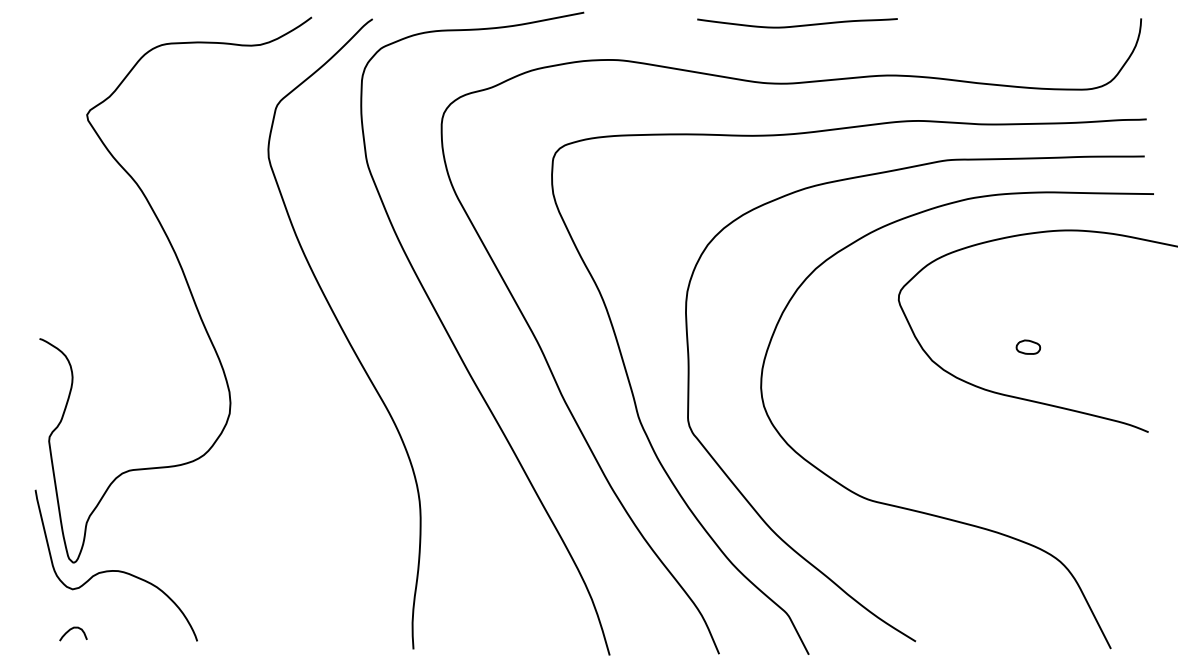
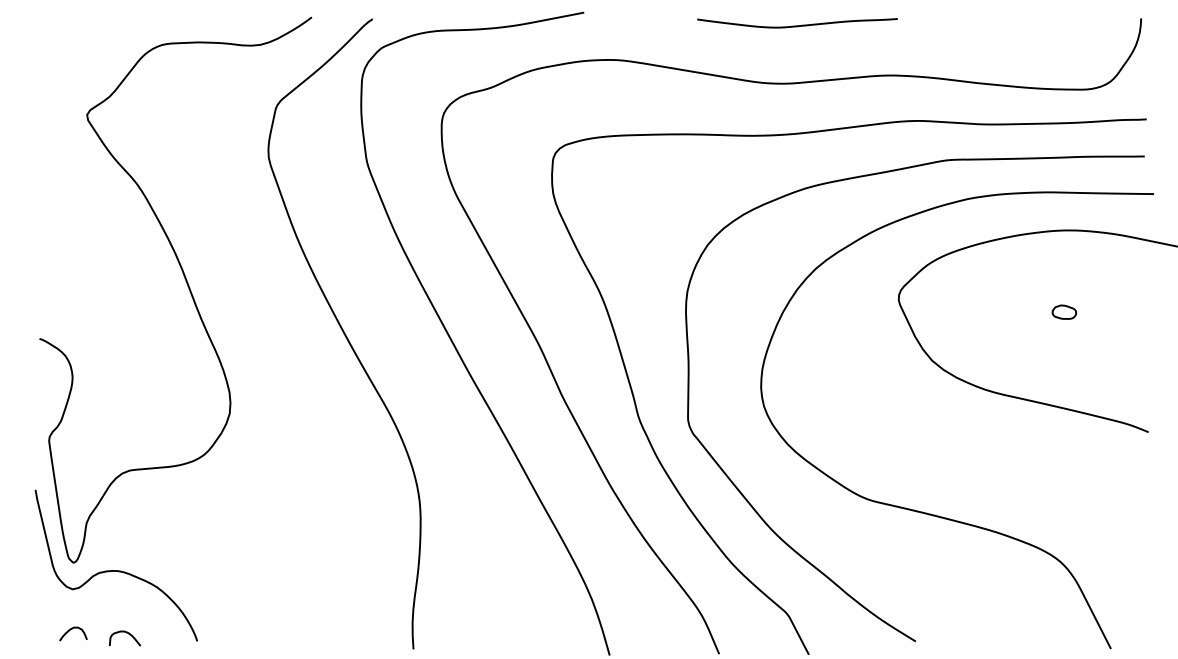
part at (1028, 346) position: (1028, 346) -> (1064, 311)
curve at (128, 634): none -> present
